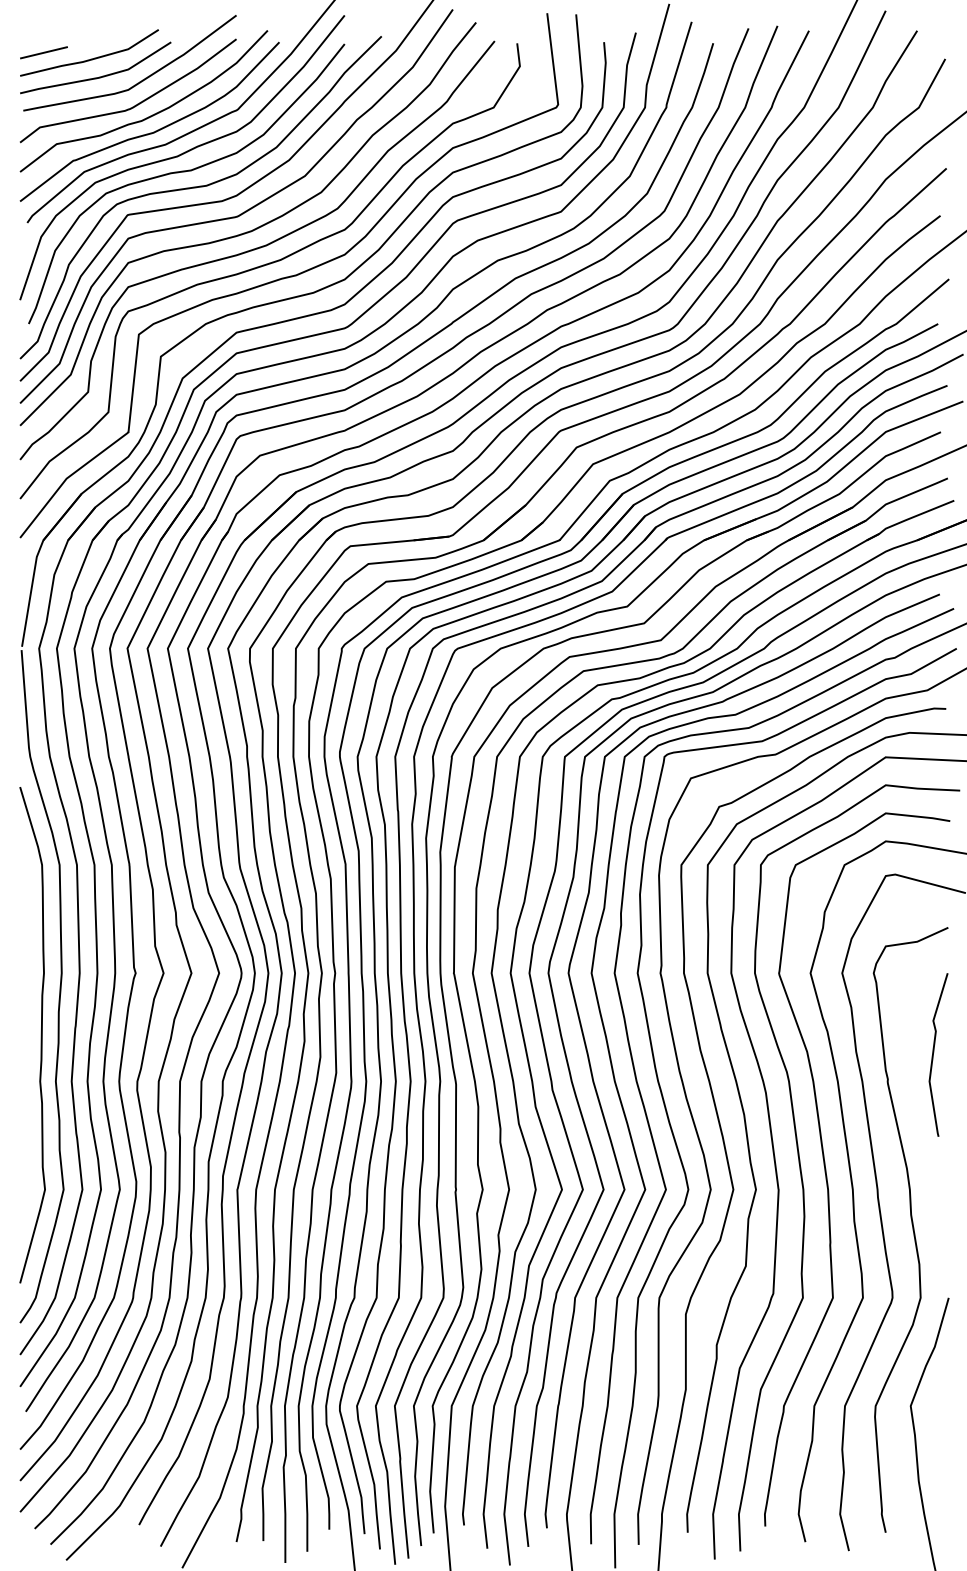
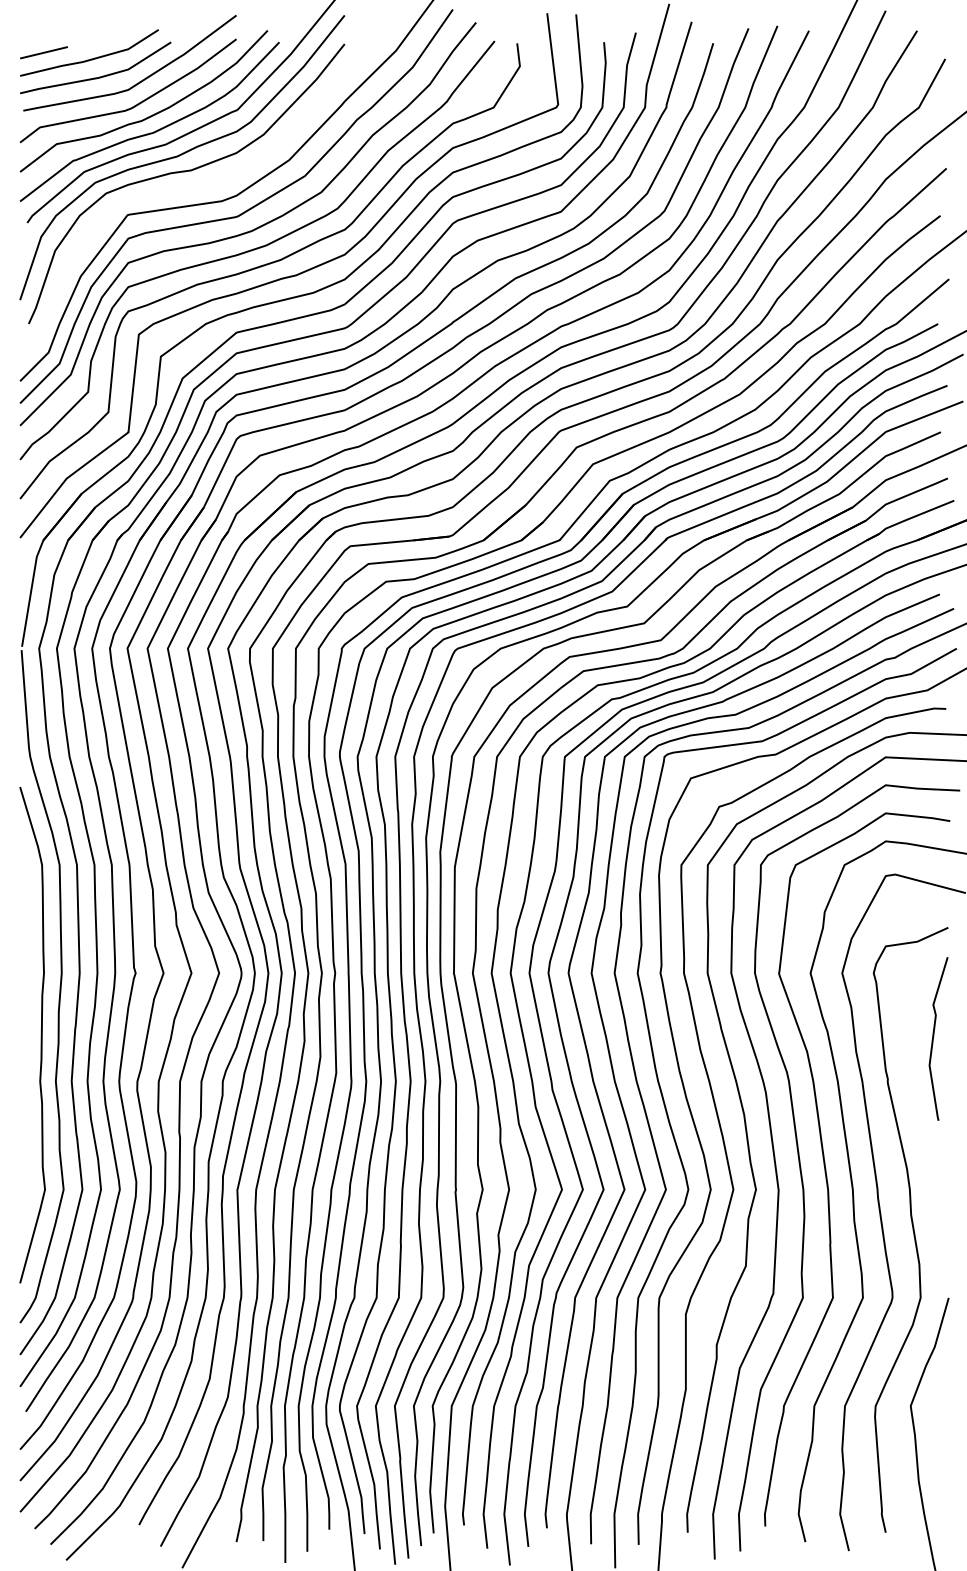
curve at (196, 188): present -> none
curve at (934, 1052) position: (934, 1052) -> (934, 1036)
